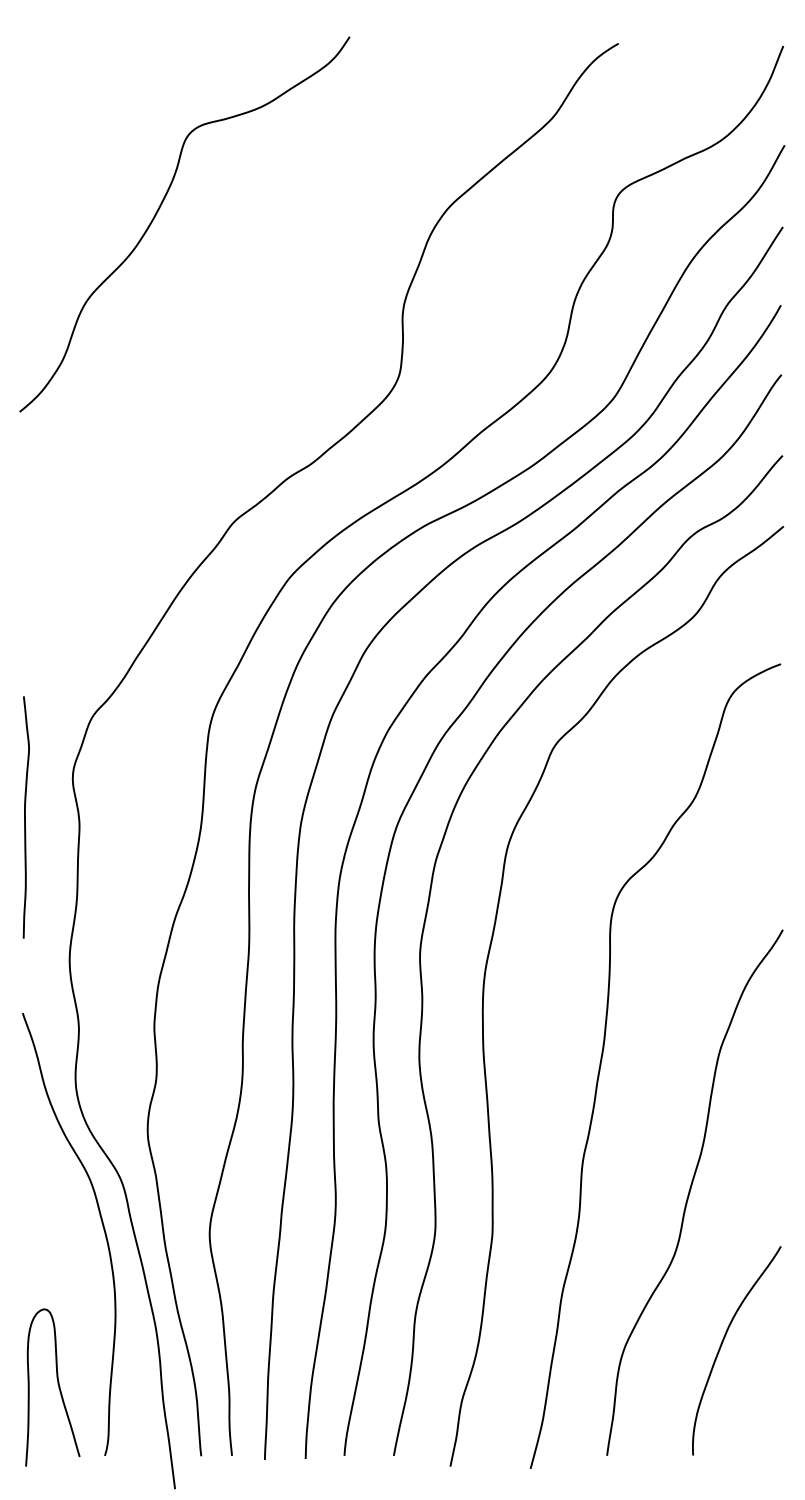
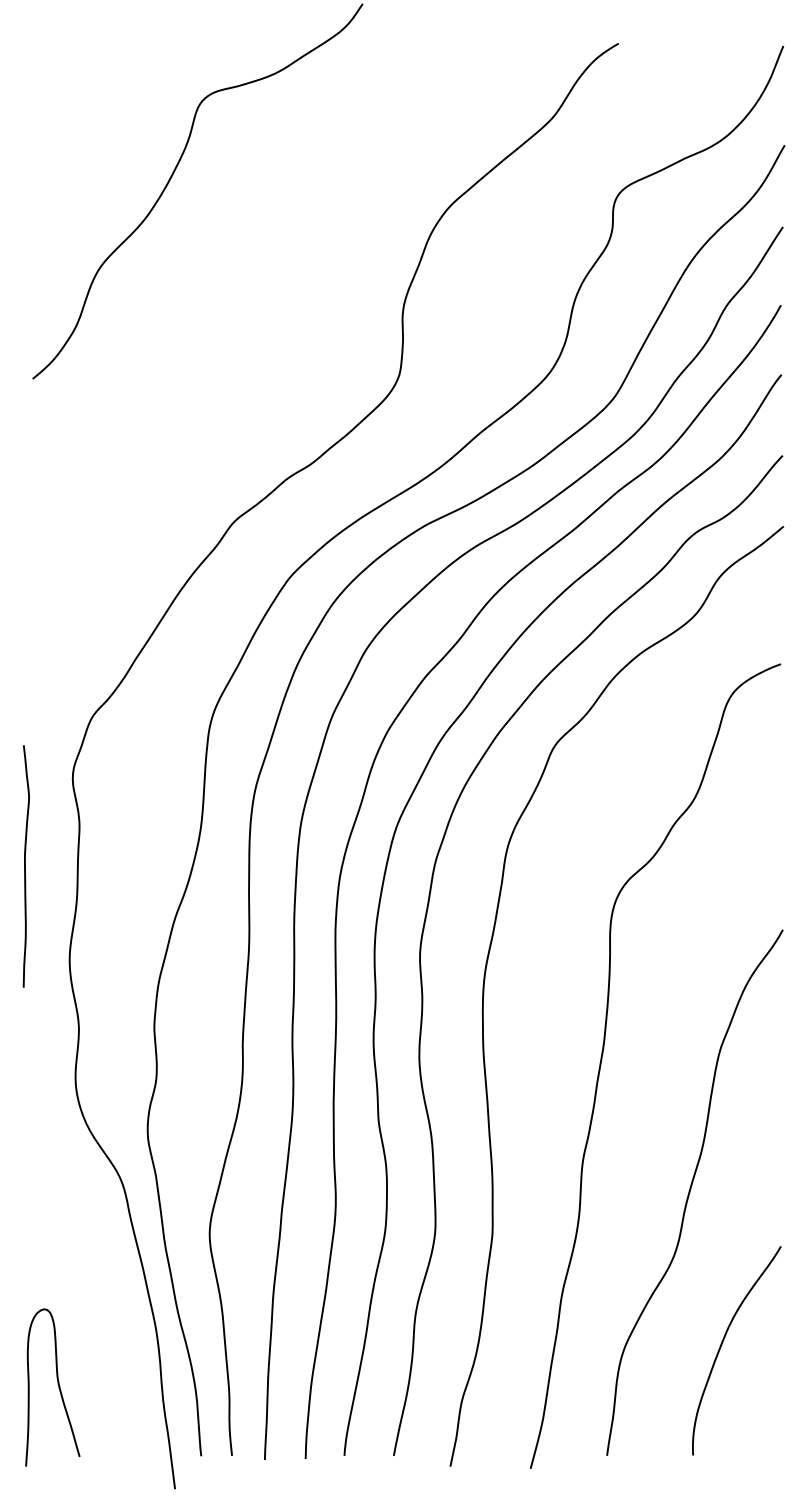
part at (160, 208) position: (160, 208) -> (173, 175)
curve at (25, 817) position: (25, 817) -> (25, 866)
curve at (101, 1223): present -> none
